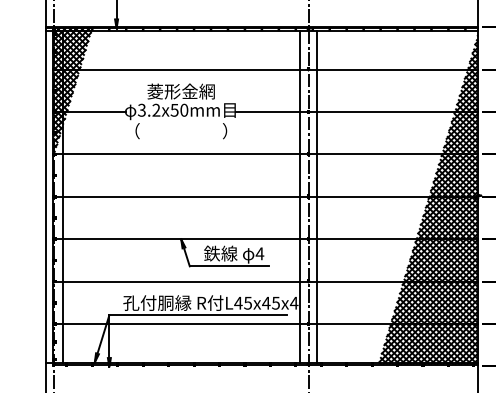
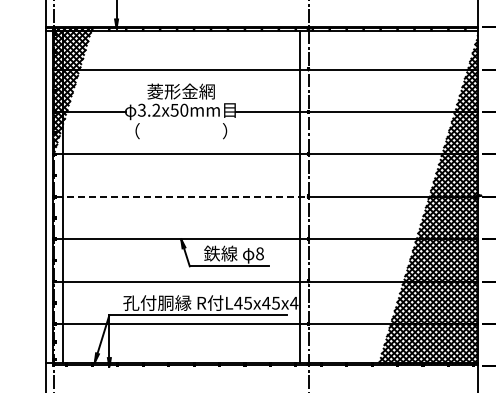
line at (182, 196): solid -> dashed
line at (317, 196): present -> none
text at (259, 253): 4 -> 8
